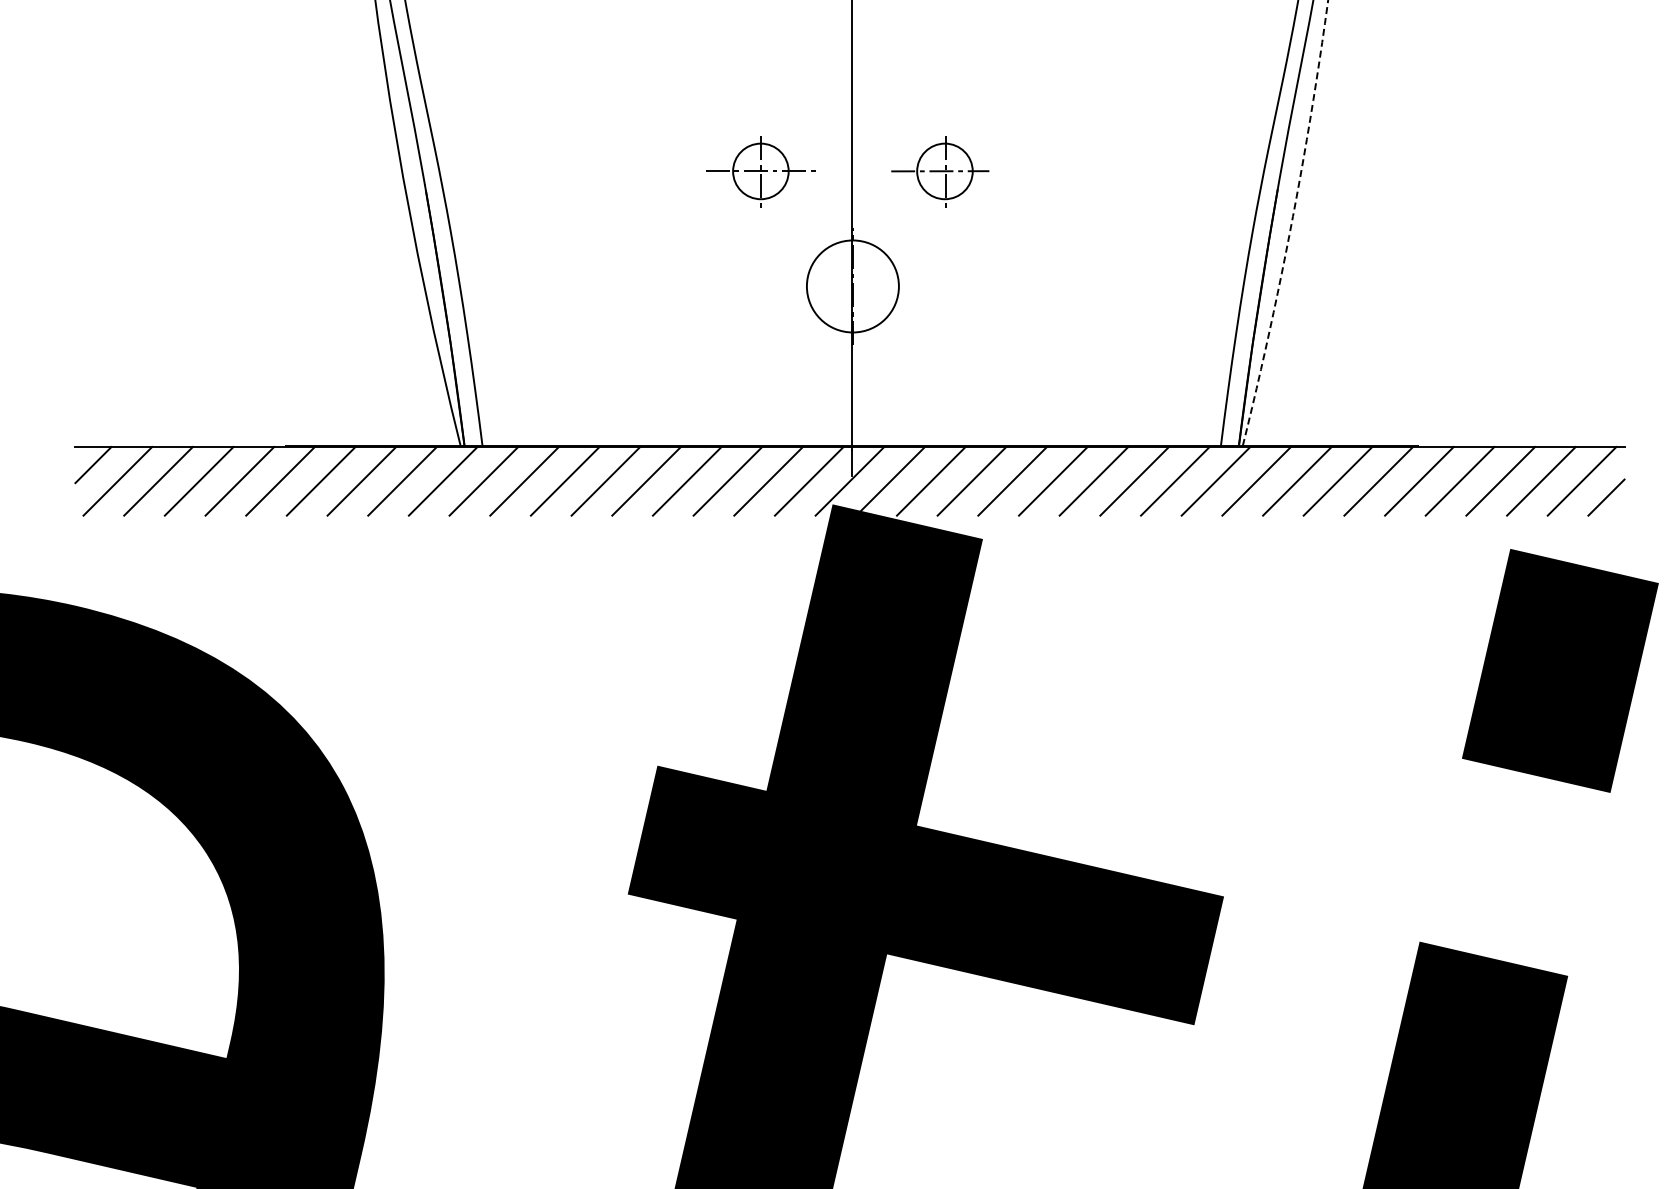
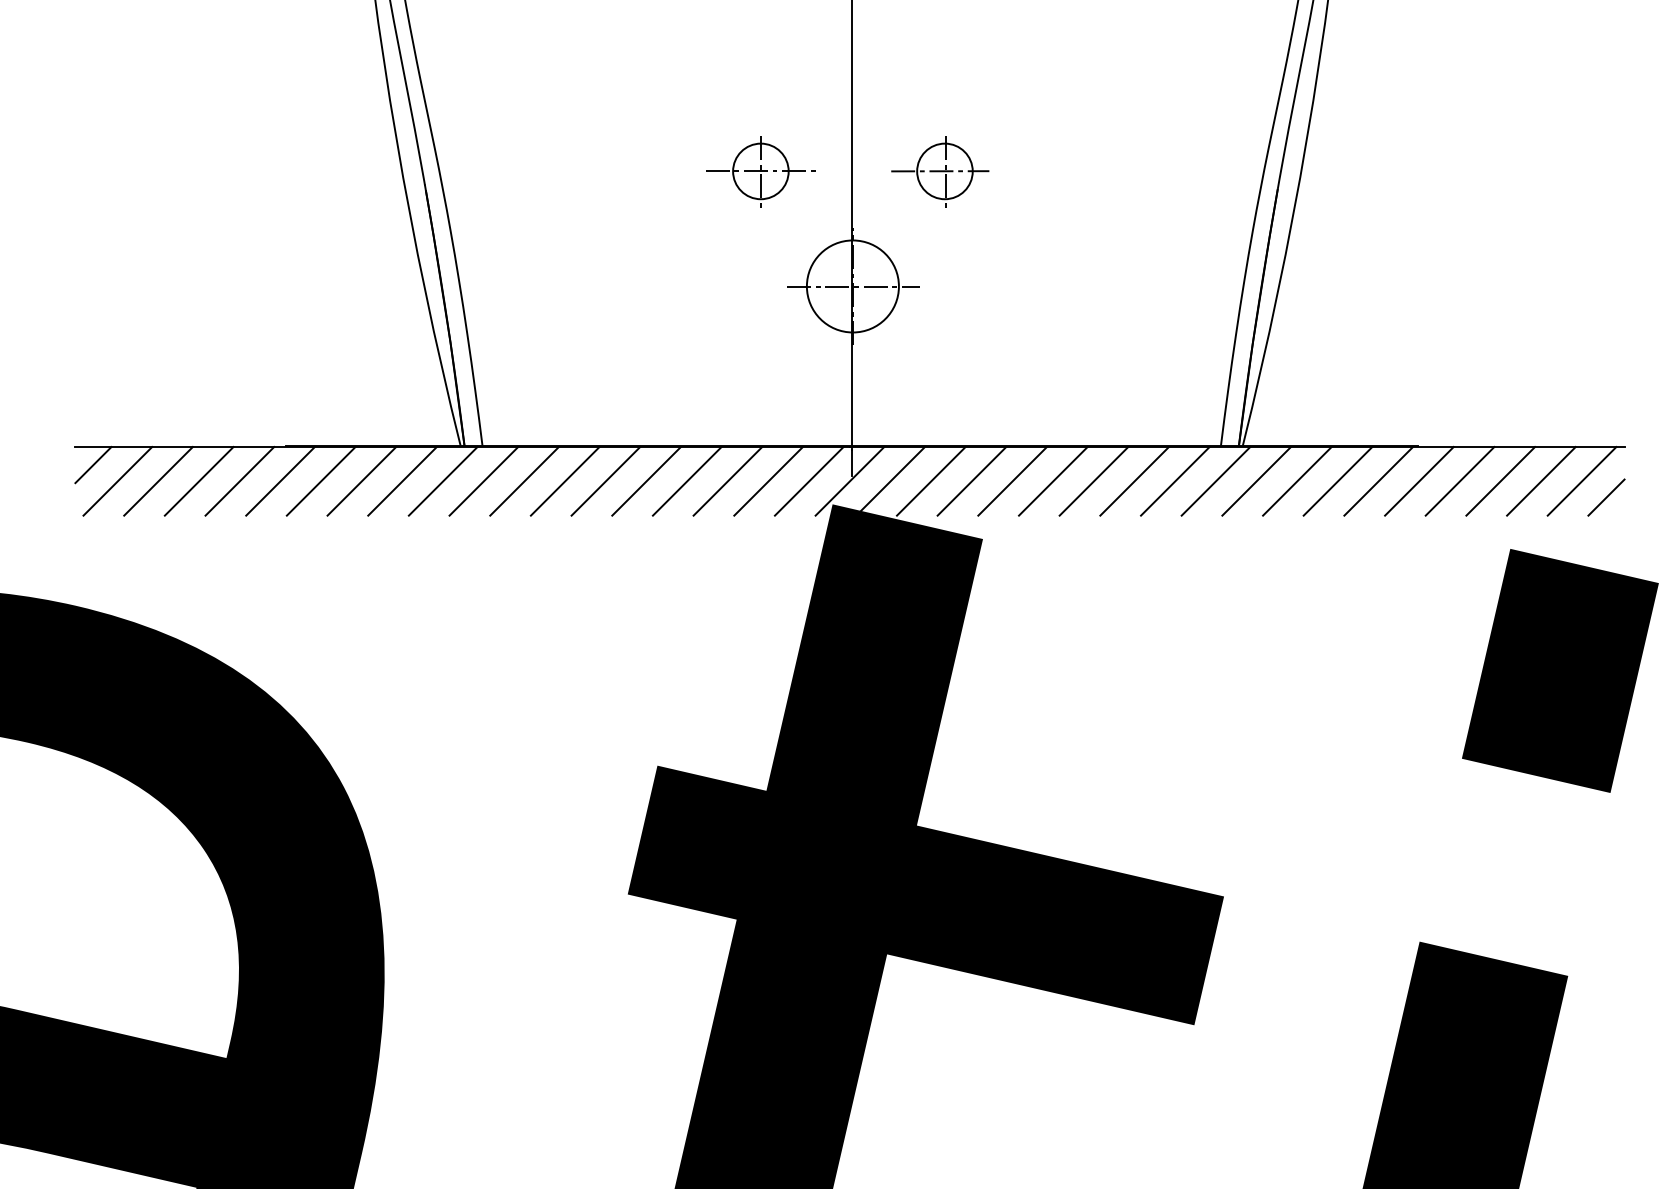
arc at (1291, 223): dashed -> solid
line at (853, 286): none -> present
